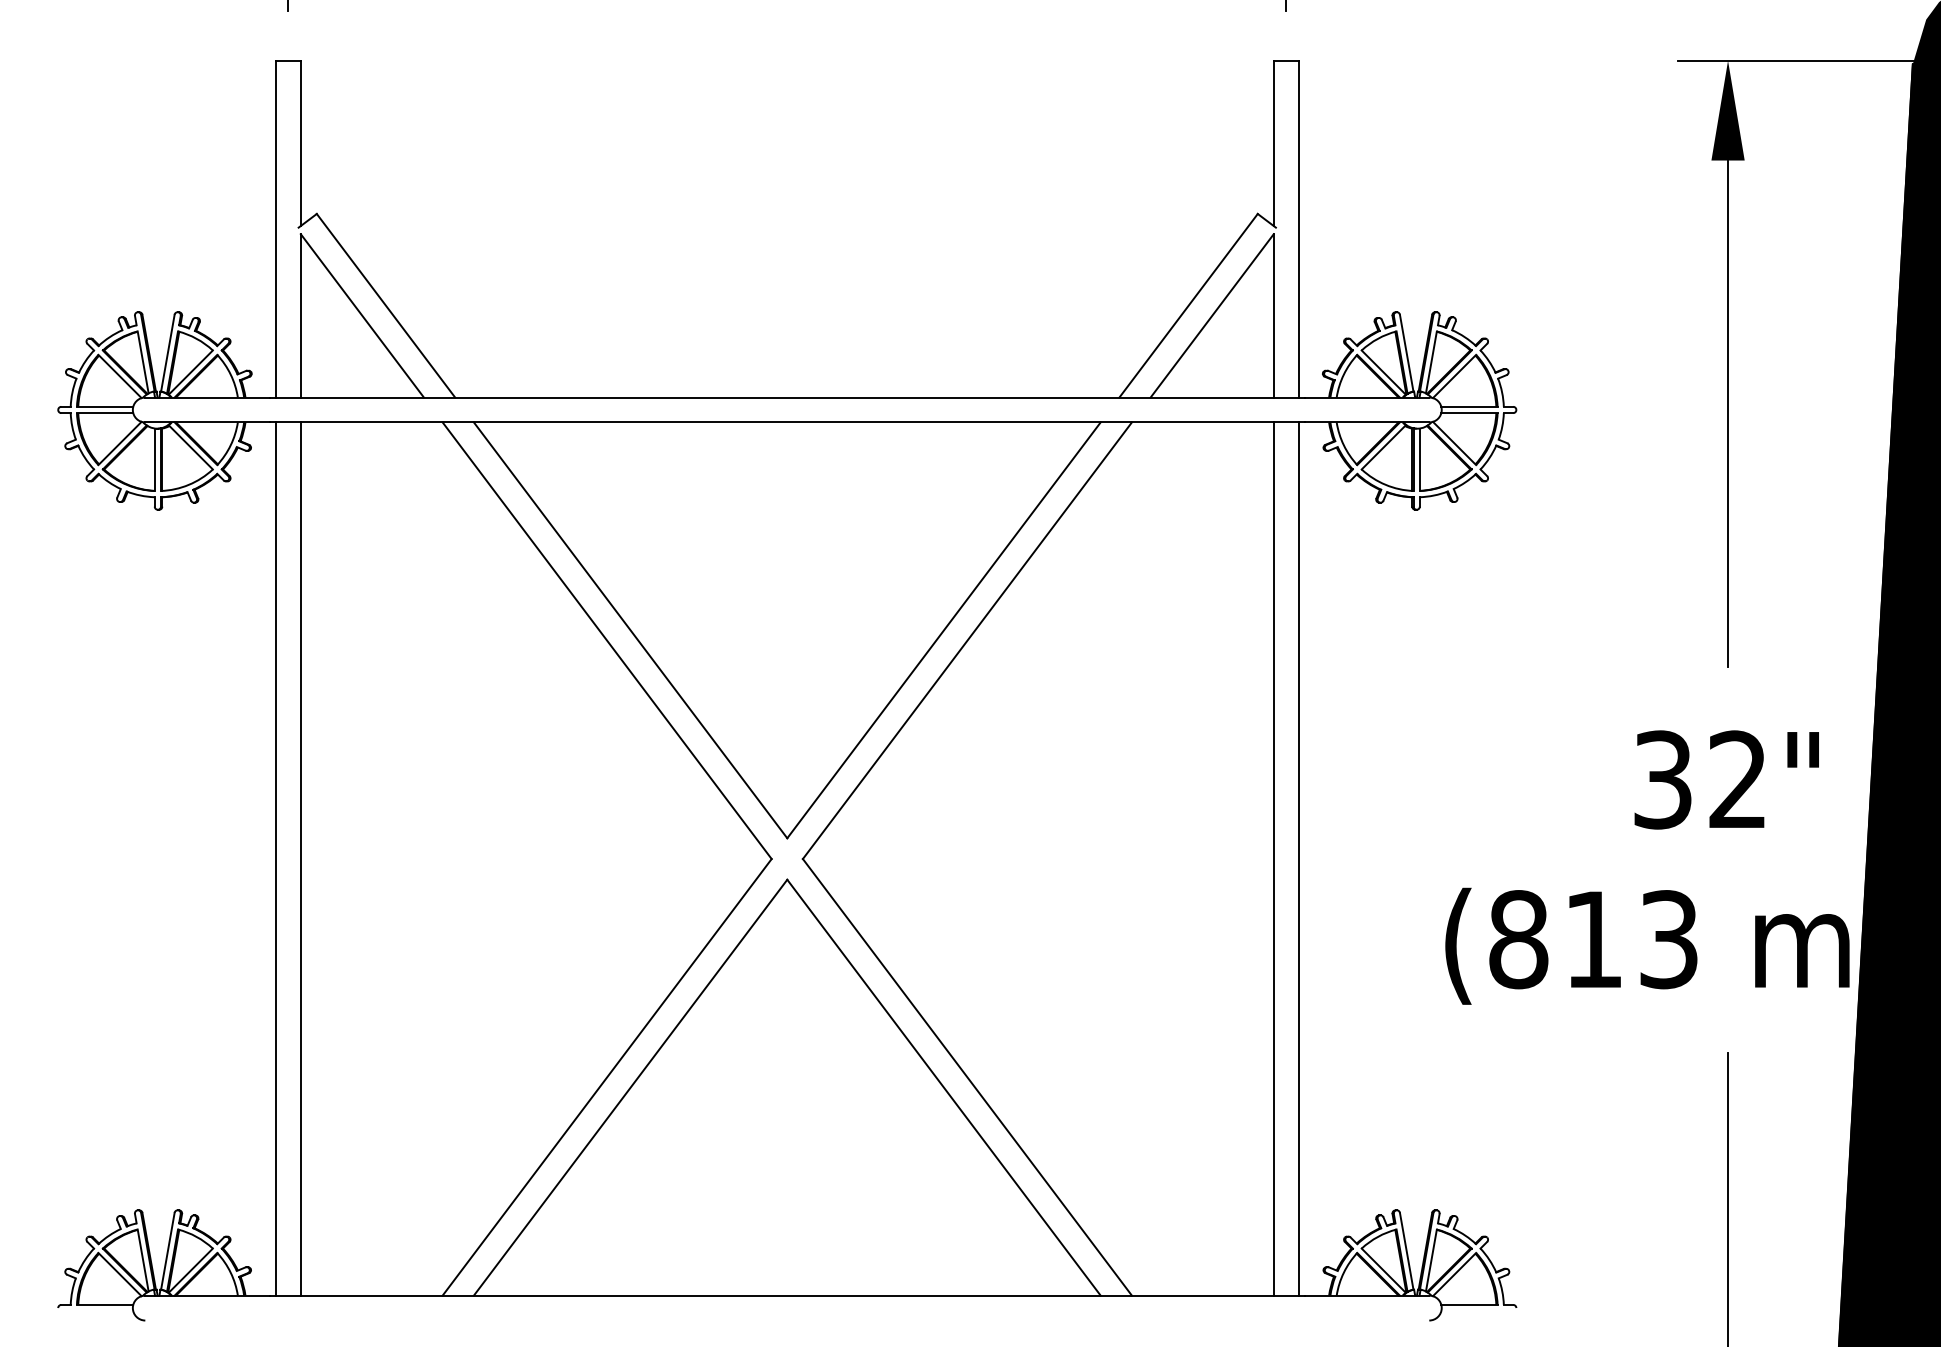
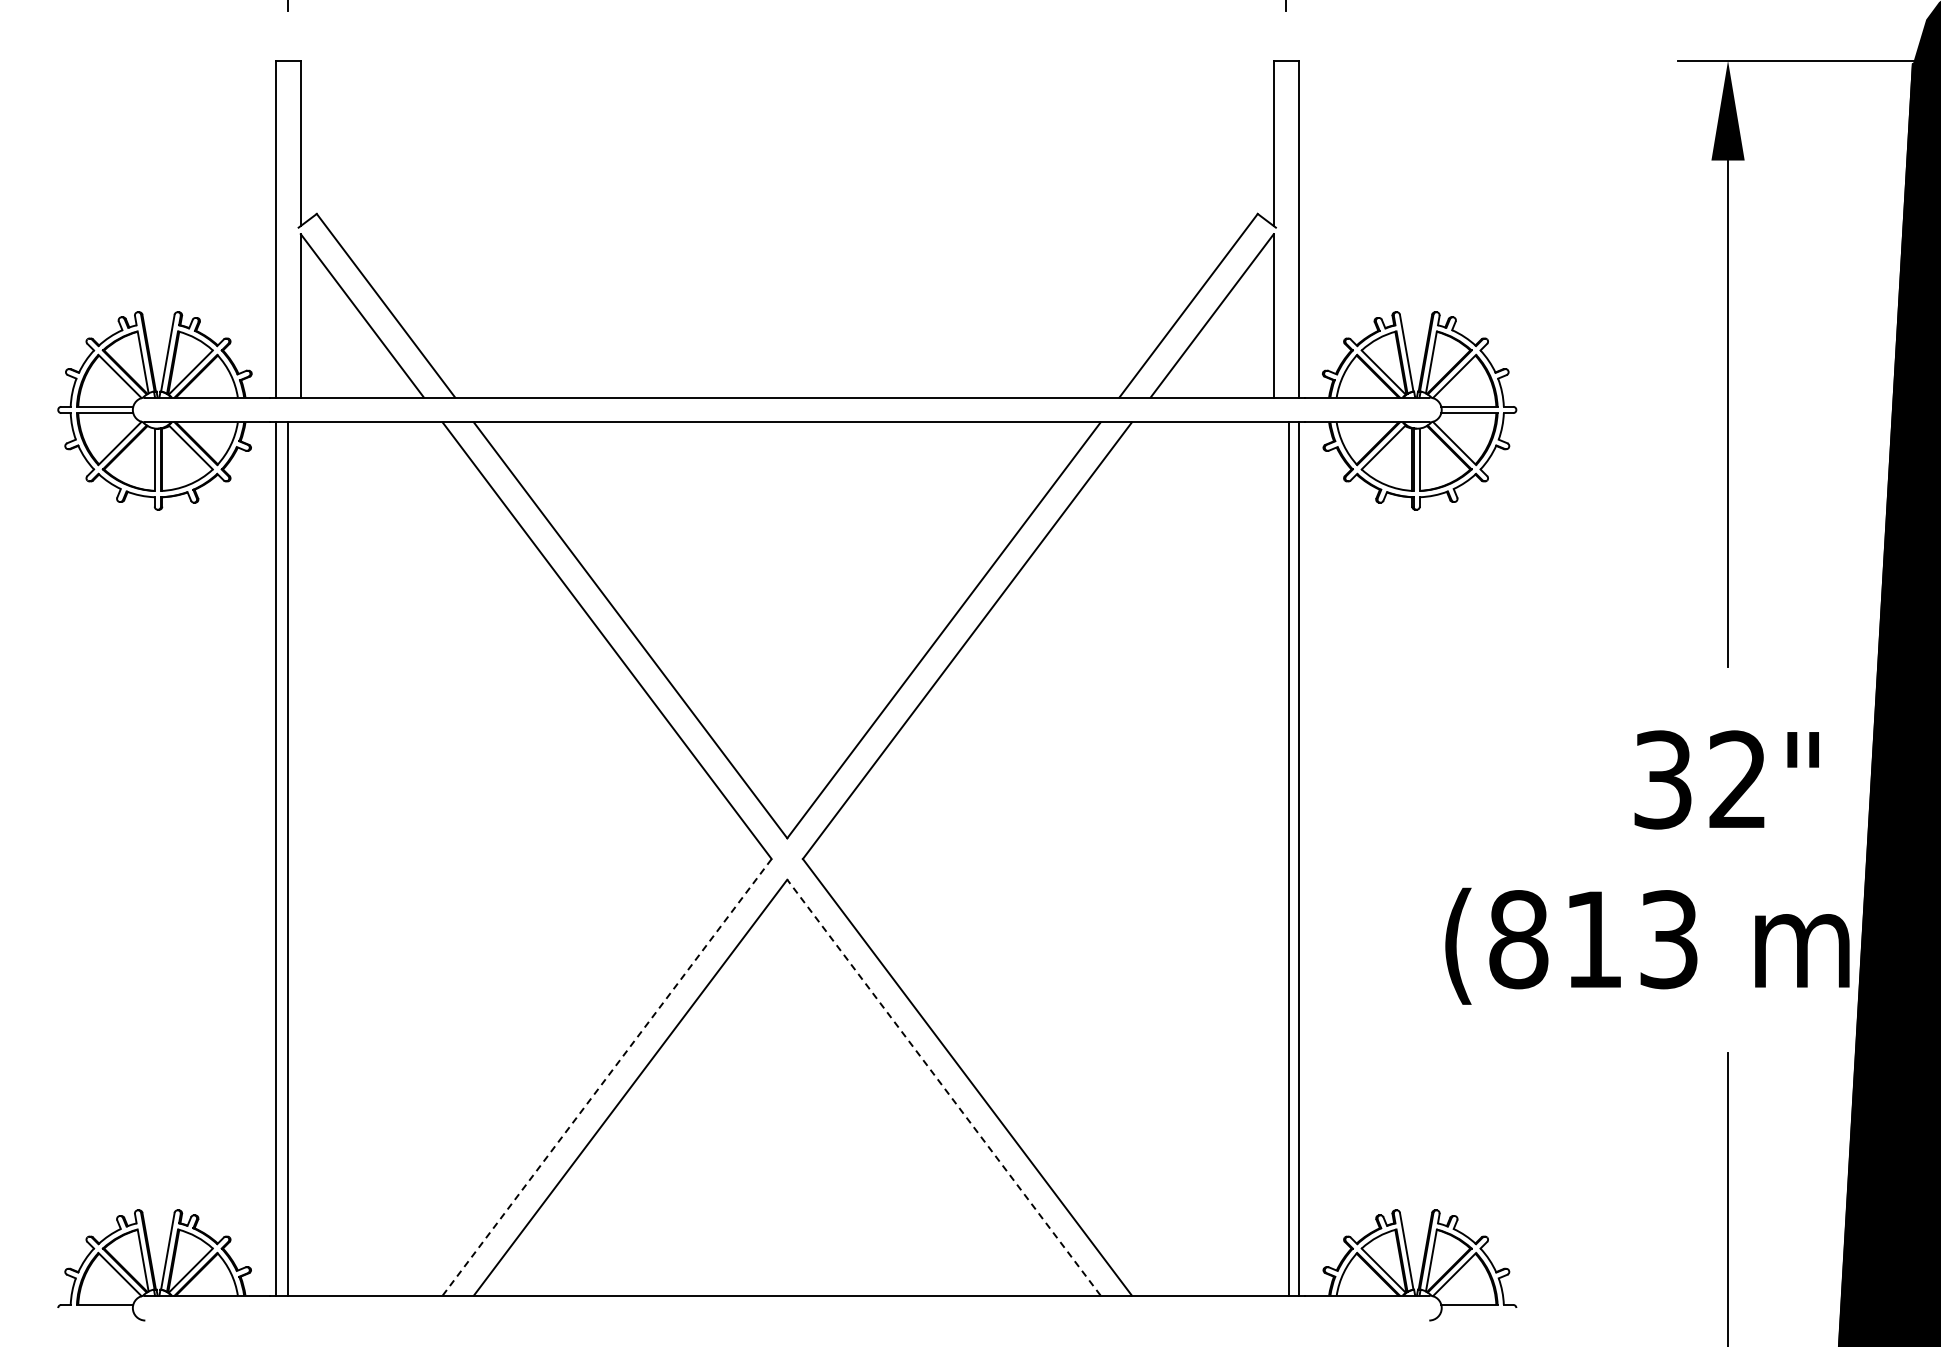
line at (300, 858) position: (300, 858) -> (287, 858)
line at (1273, 858) position: (1273, 858) -> (1288, 858)
line at (607, 1076): solid -> dashed
line at (943, 1087): solid -> dashed
